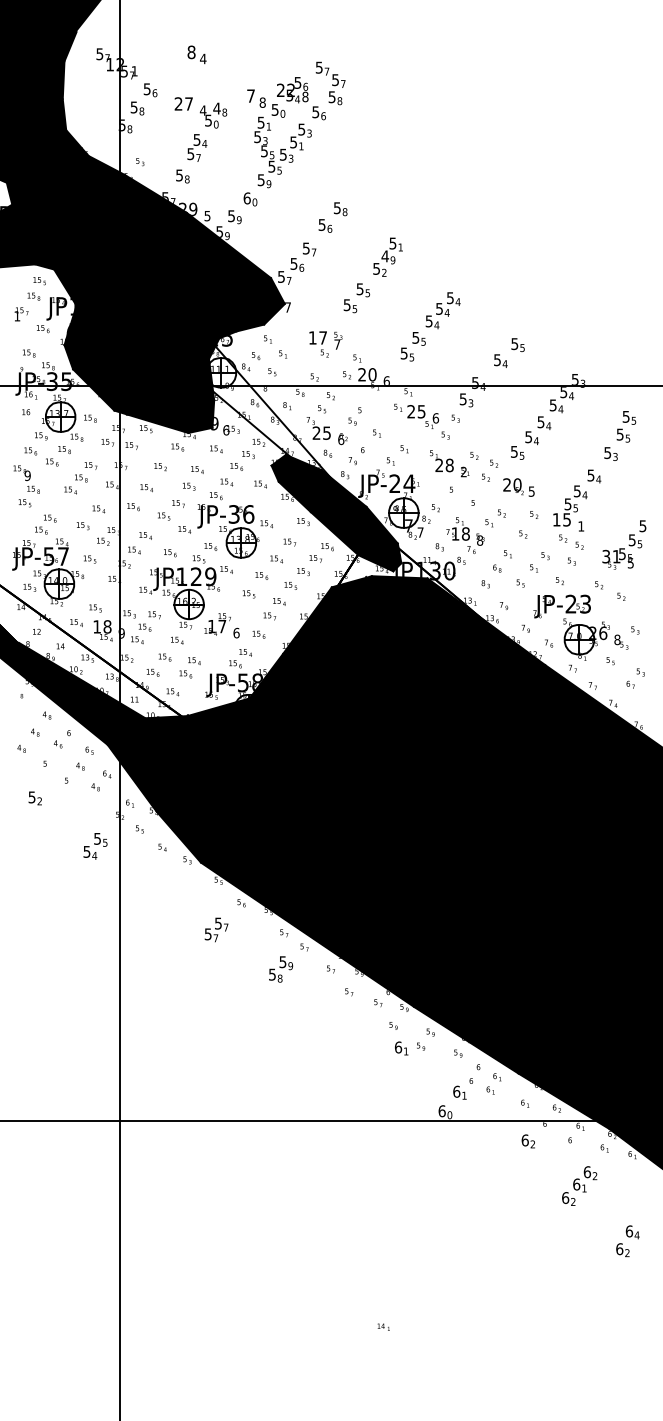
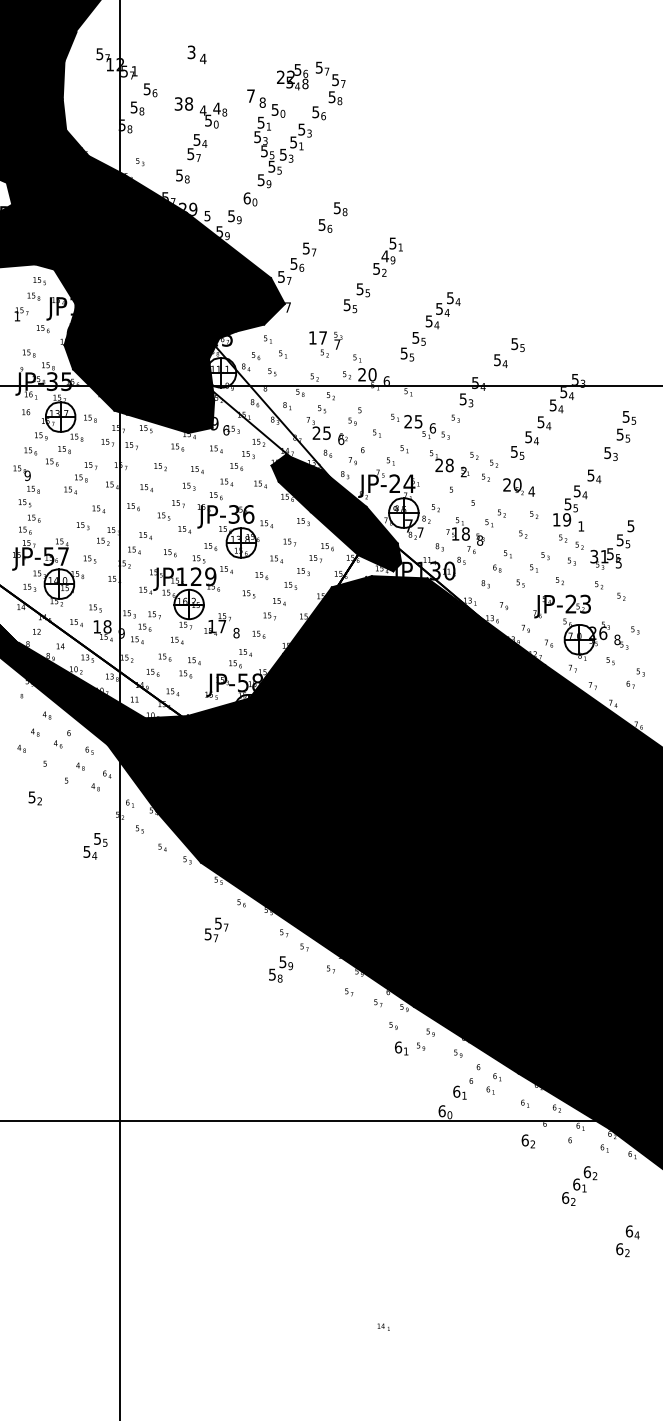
text at (191, 52): 8 -> 3
text at (292, 90) position: (292, 90) -> (292, 77)
text at (183, 103): 27 -> 38
text at (416, 415) position: (416, 415) -> (413, 425)
text at (531, 491): 5 -> 4
text at (567, 519): 15 -> 19
text at (45, 524) position: (45, 524) -> (29, 524)
text at (624, 544) position: (624, 544) -> (612, 544)
text at (236, 632): 6 -> 8
